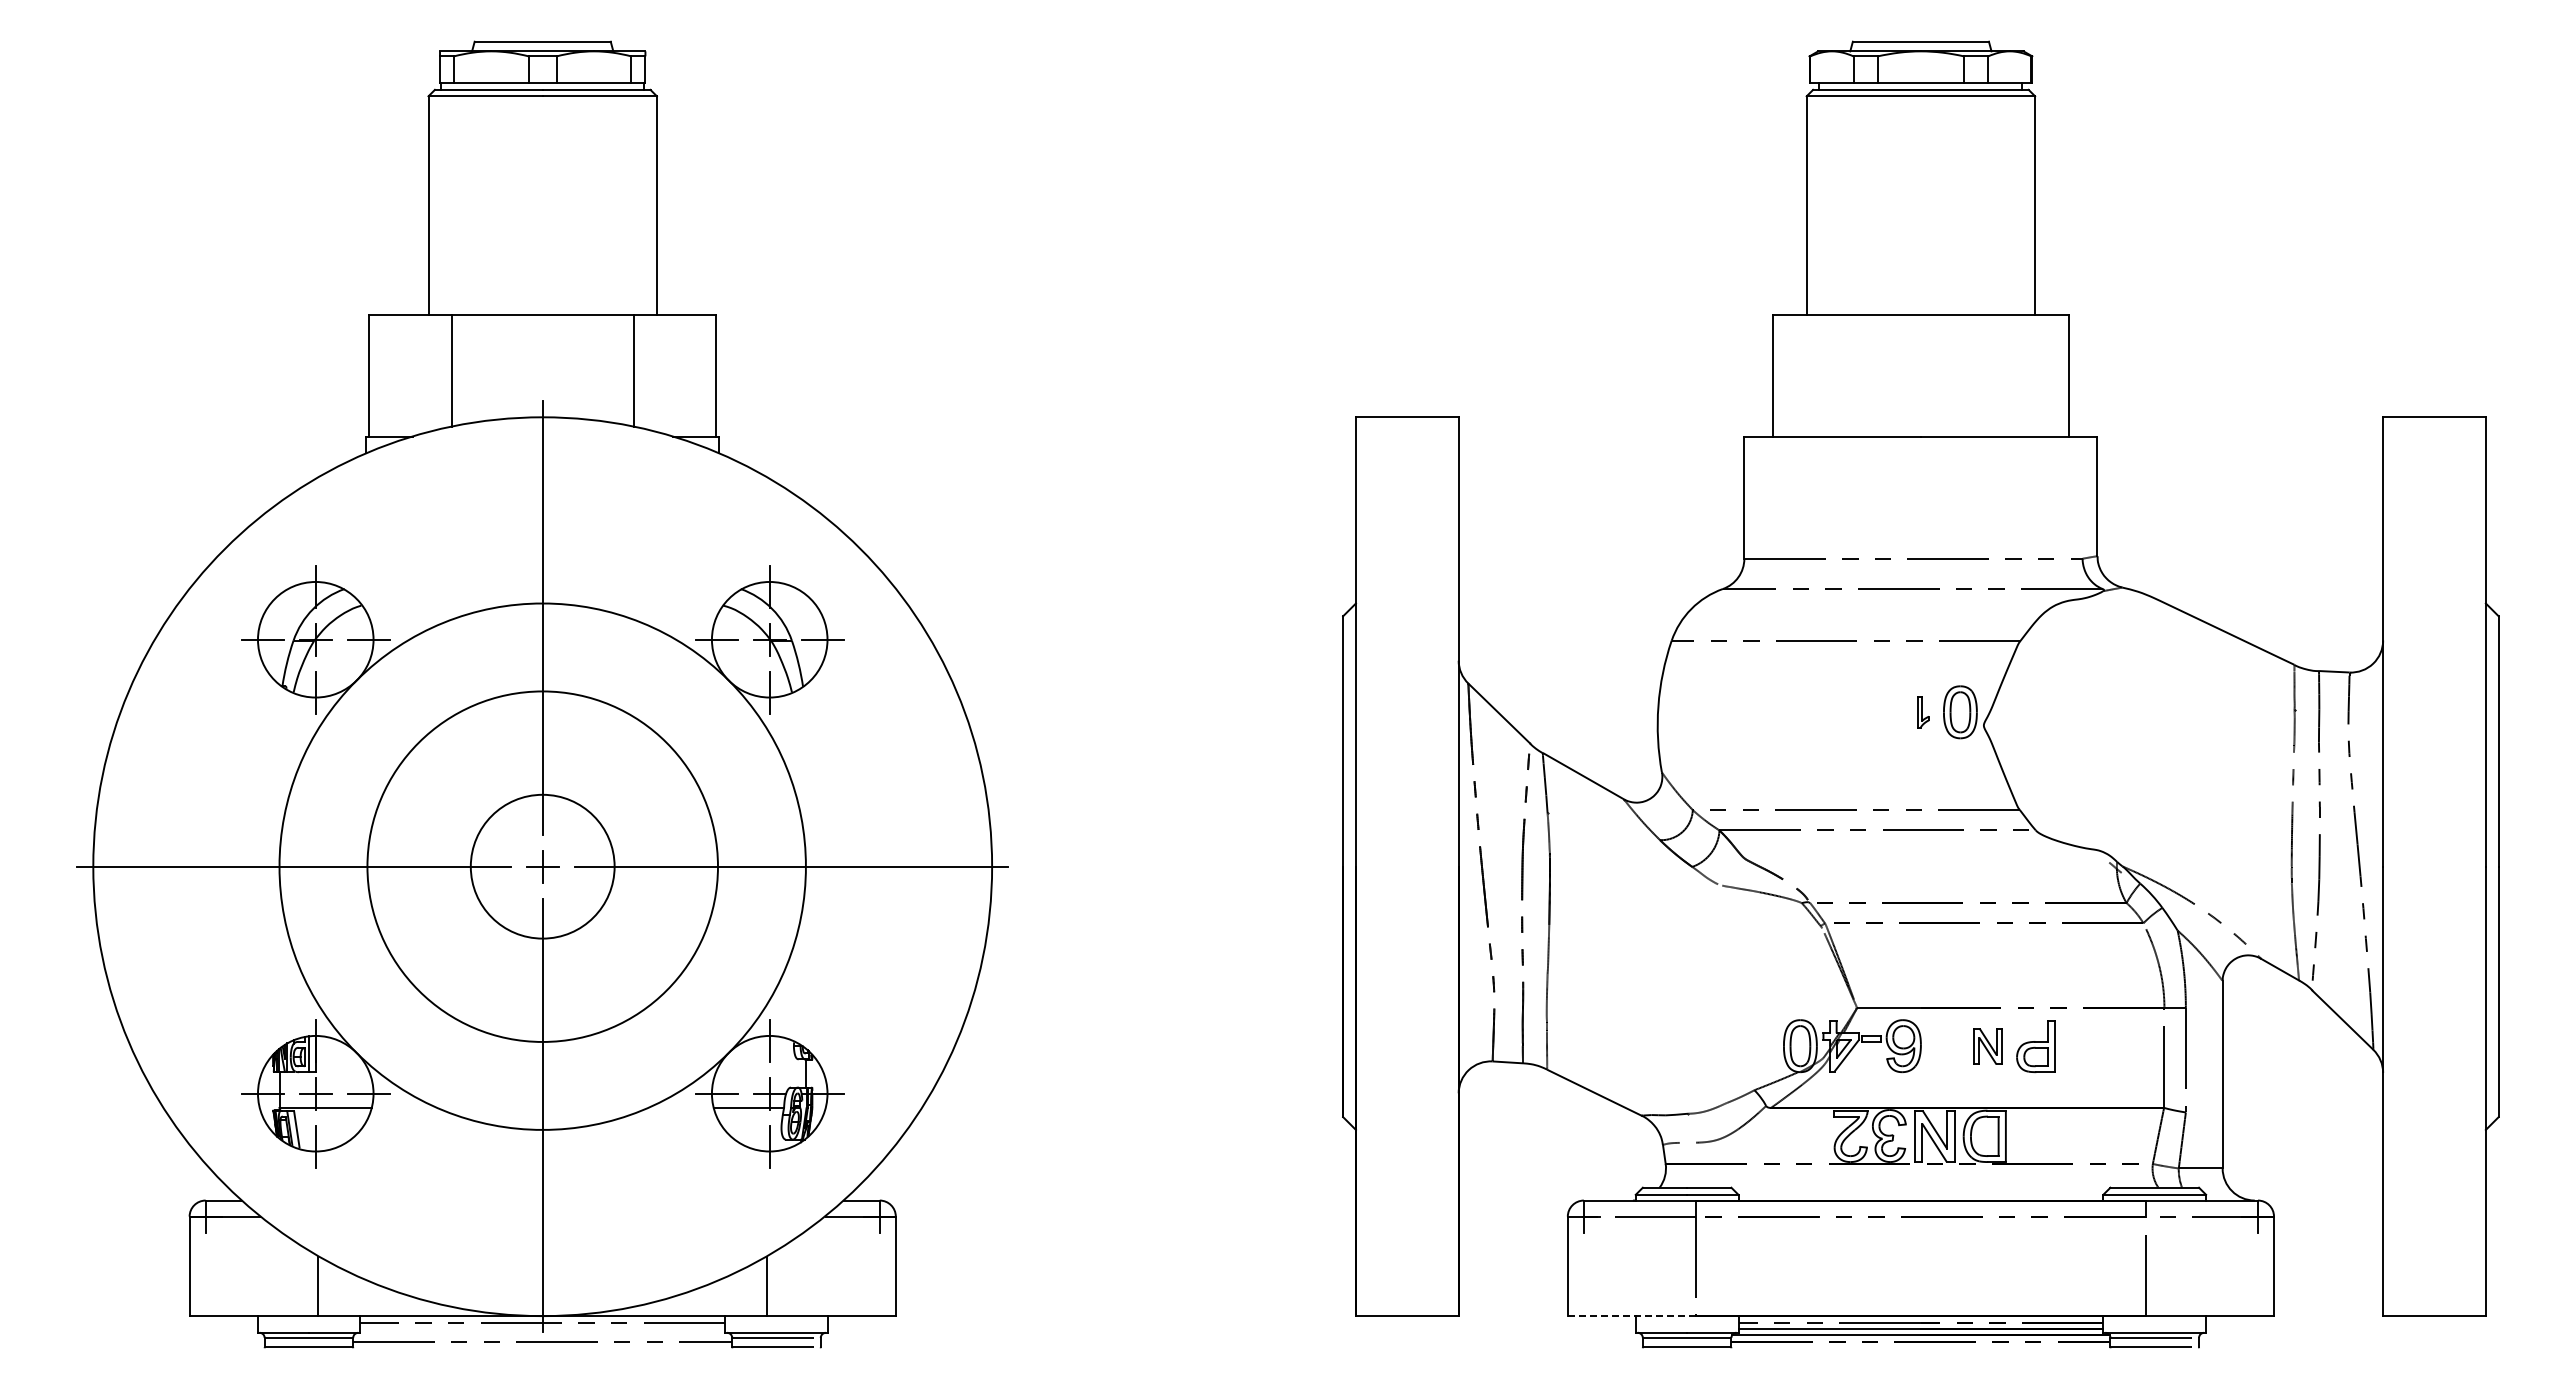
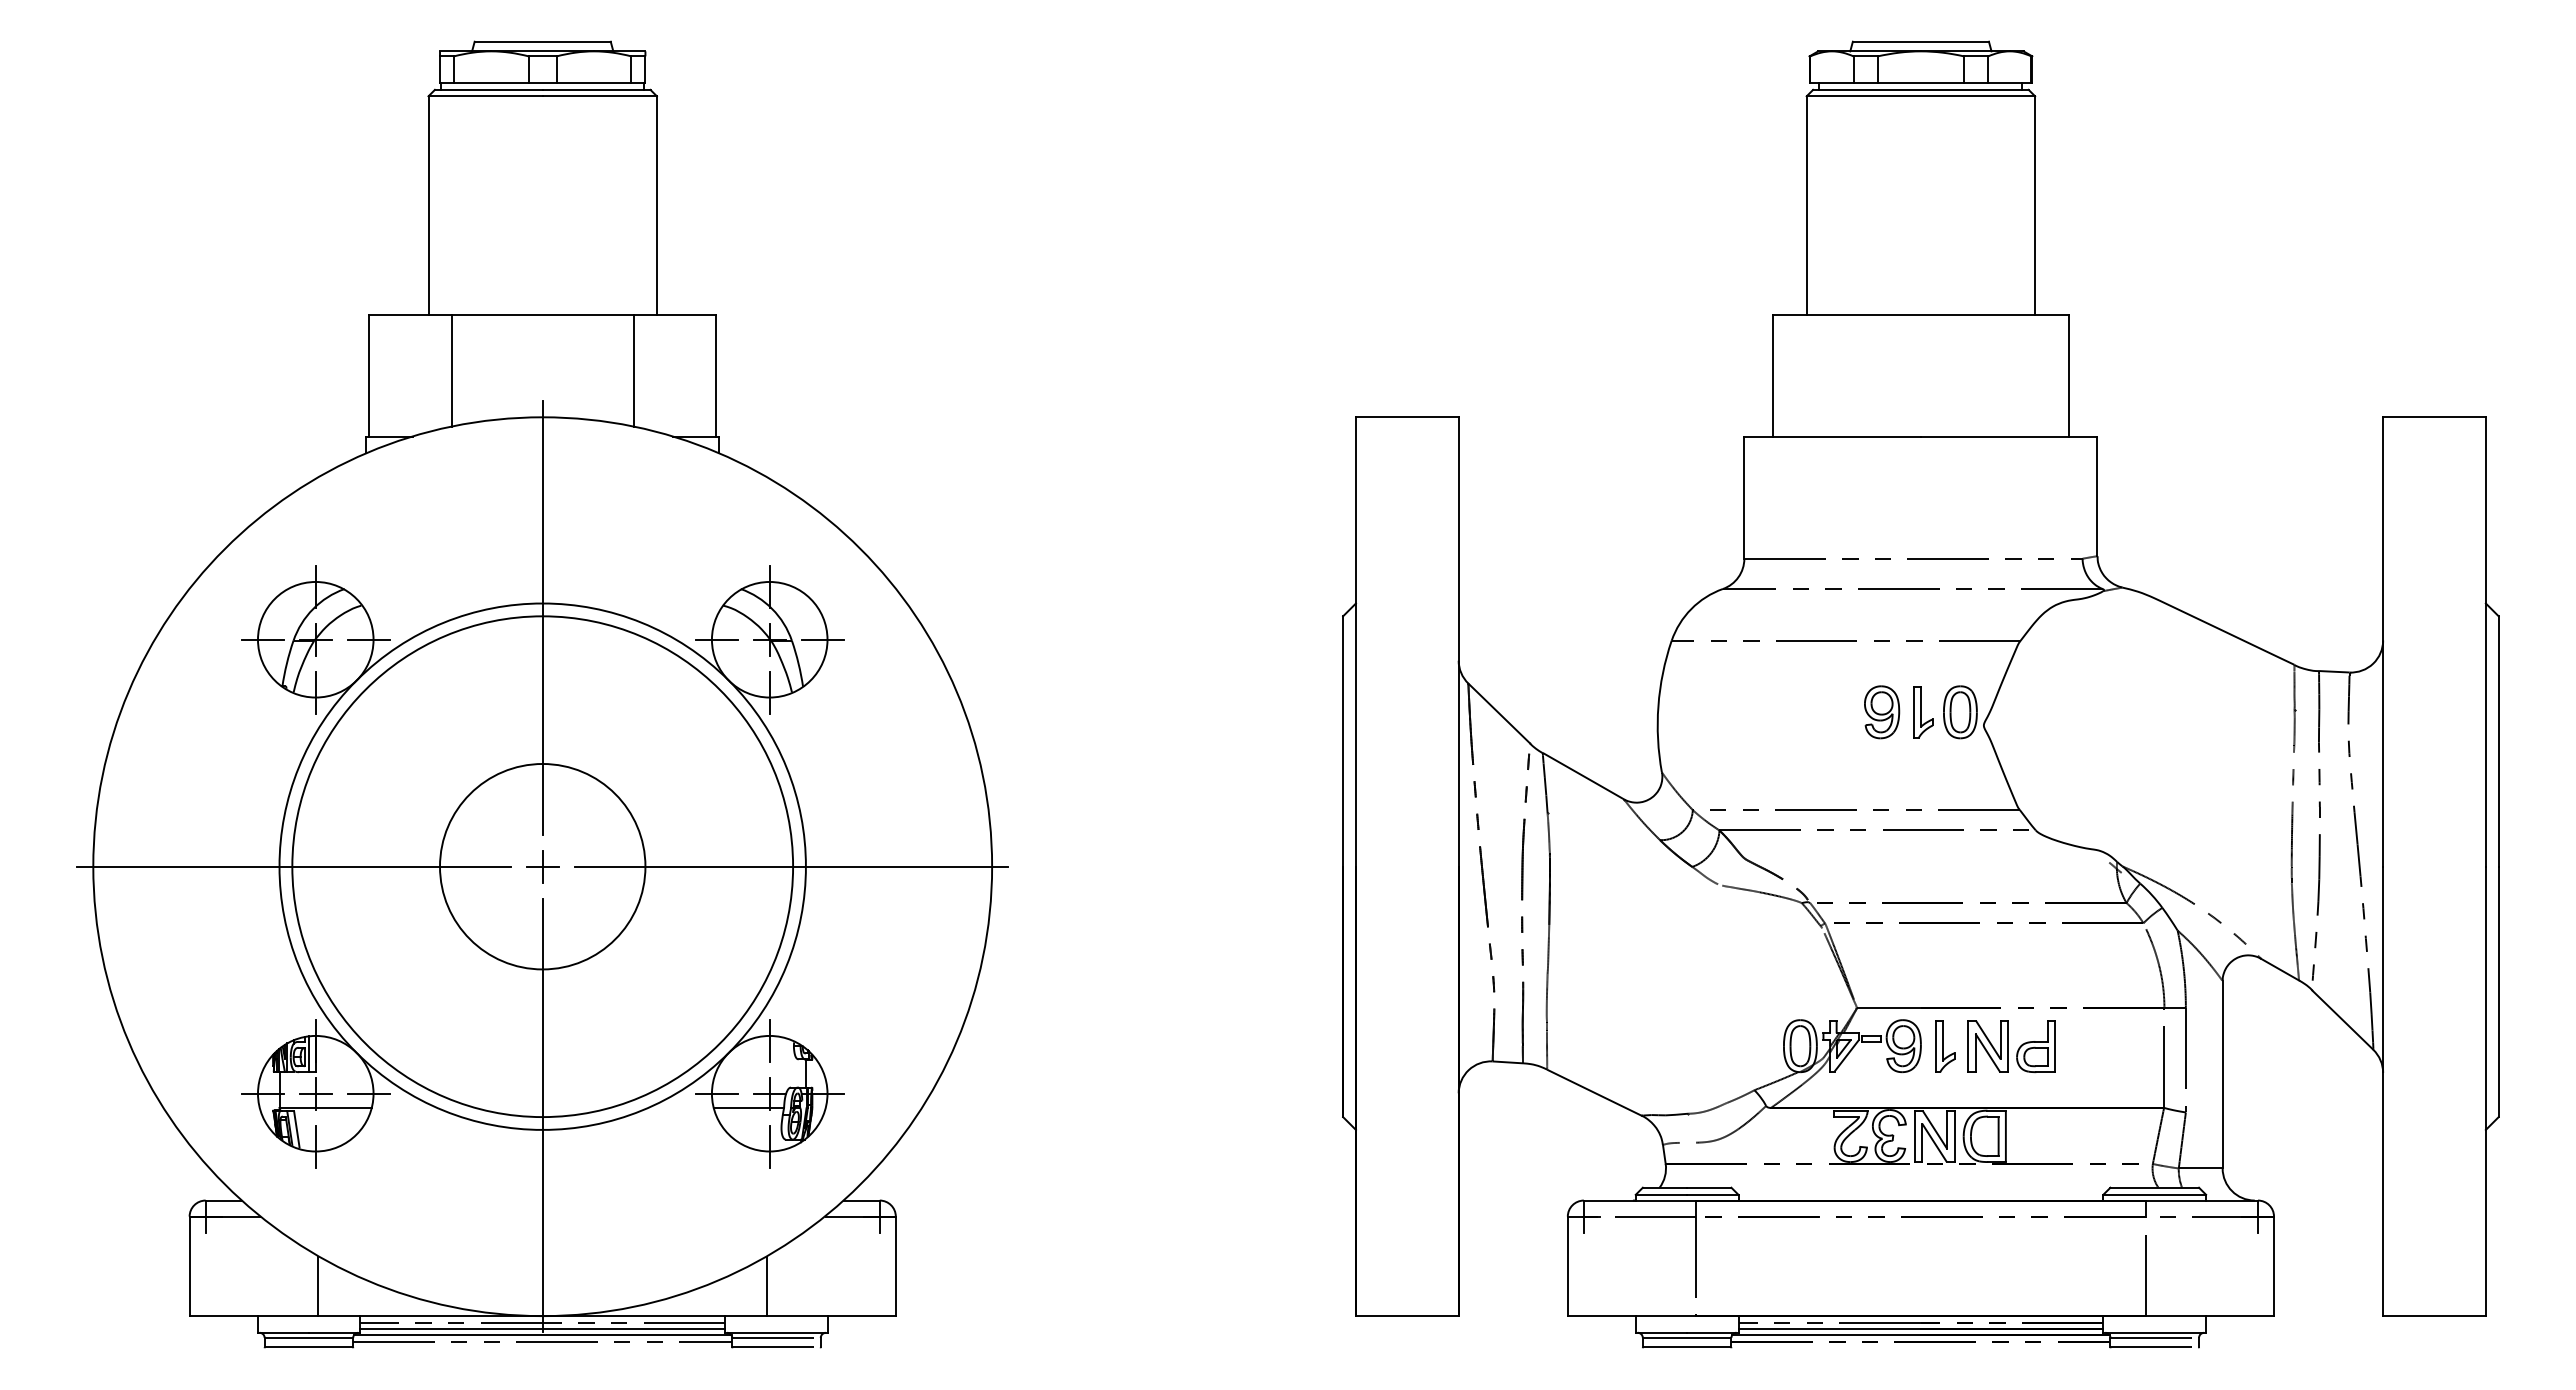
part at (1882, 712): none -> present
part at (1923, 712) size: 13x33 px -> 21x53 px
circle at (542, 866) diameter: 144 px -> 205 px
circle at (542, 866) diameter: 351 px -> 501 px
part at (1945, 1046): none -> present
part at (1987, 1046) size: 30x37 px -> 42x53 px
line at (1632, 1316): dashed -> solid
line at (542, 1328): none -> present
line at (542, 1335): none -> present
